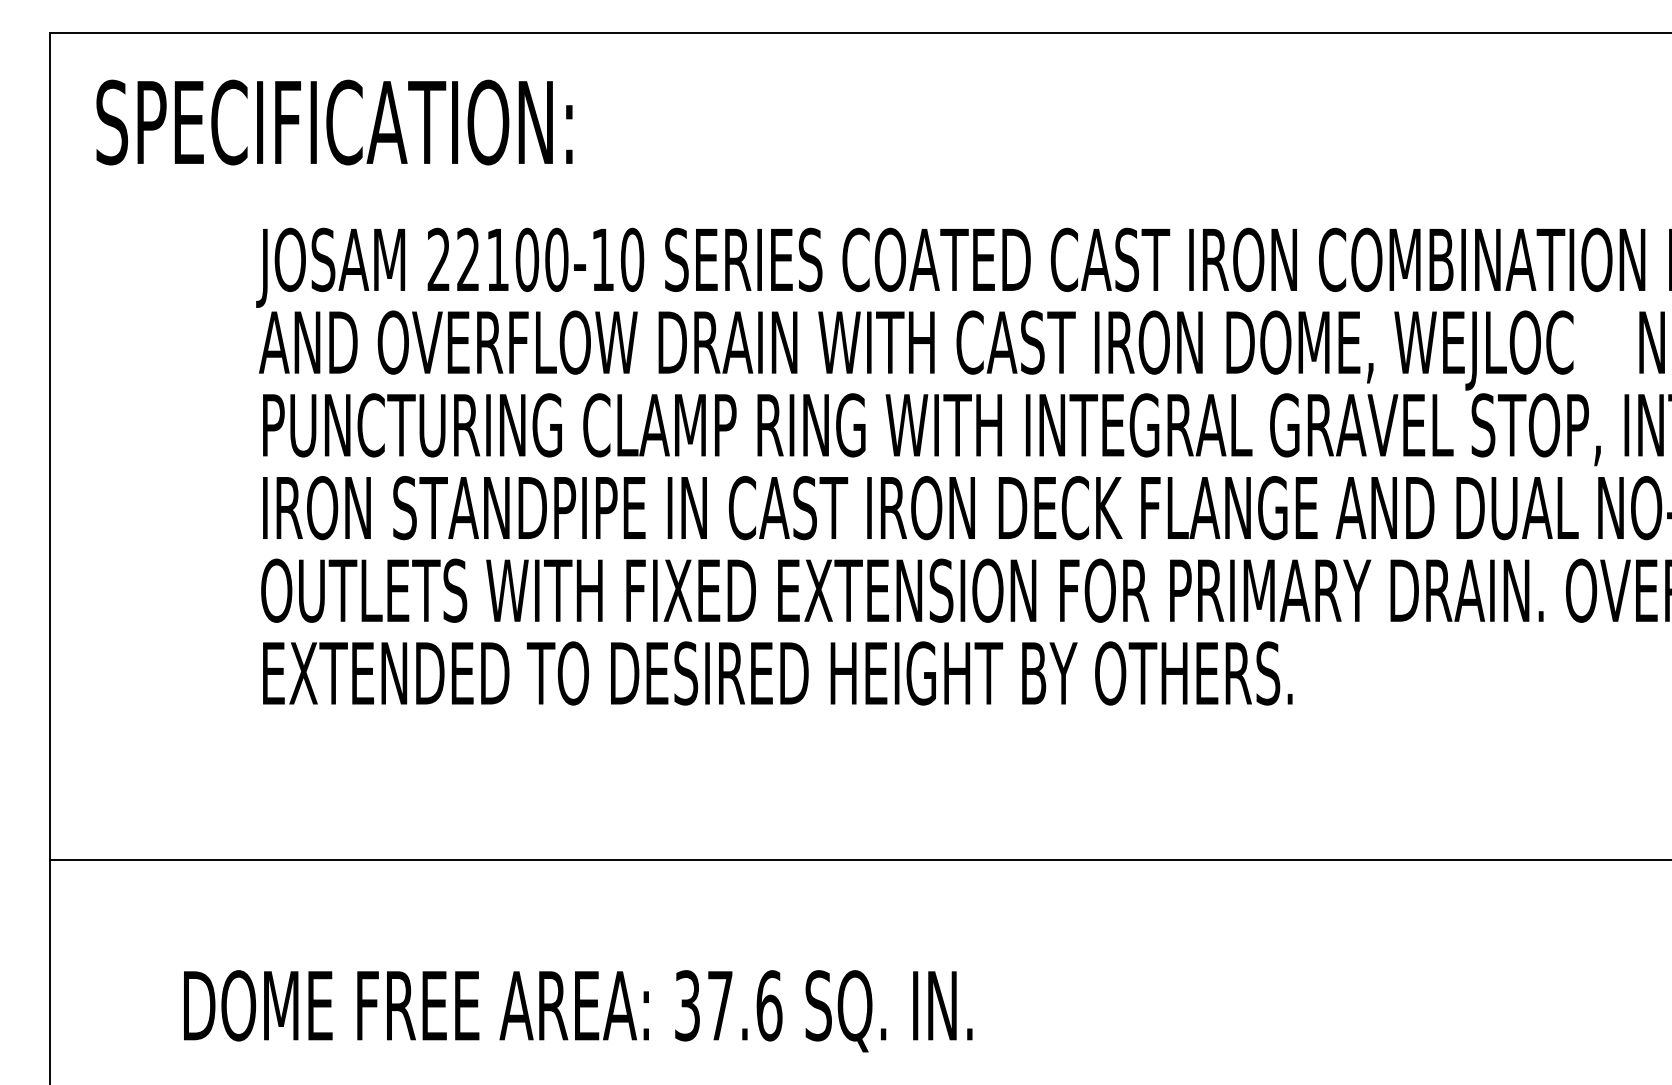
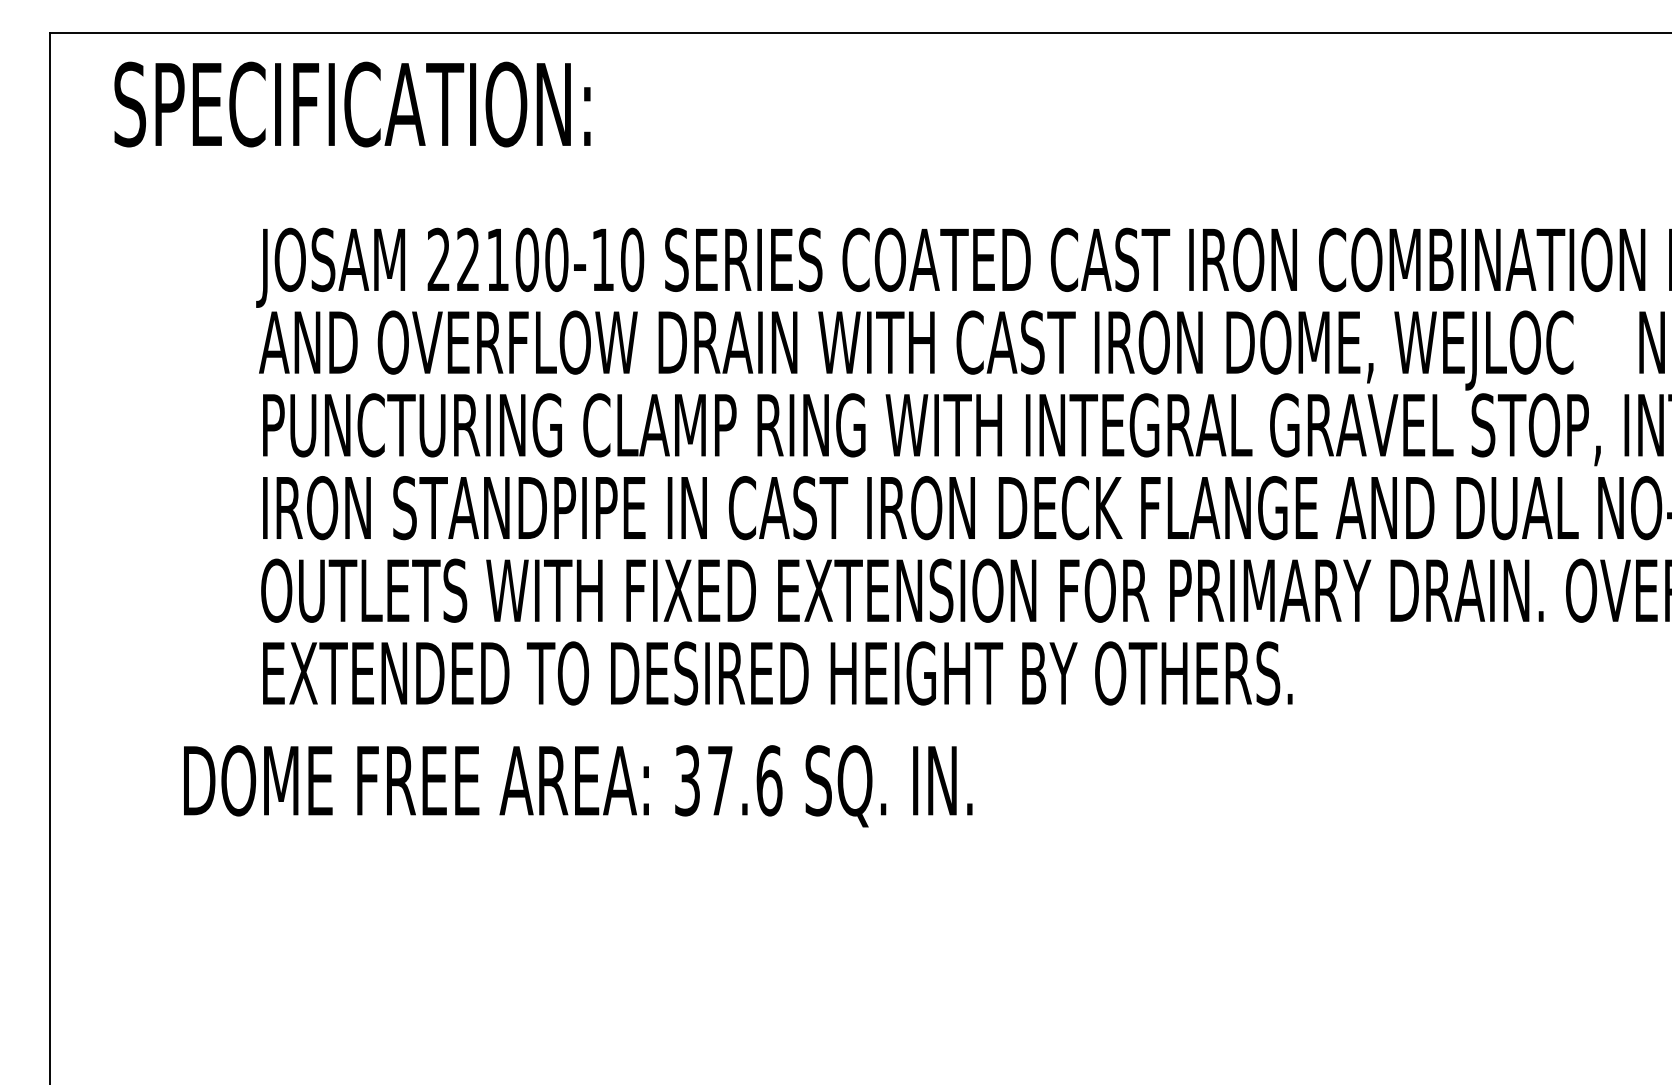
text at (334, 122) position: (334, 122) -> (352, 104)
line at (859, 859): present -> none
text at (578, 1011) position: (578, 1011) -> (578, 786)
